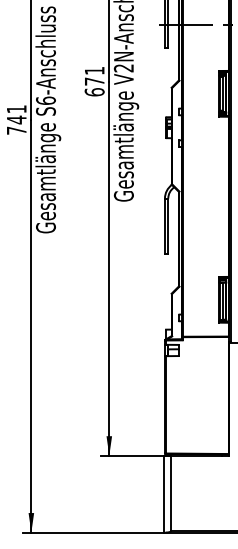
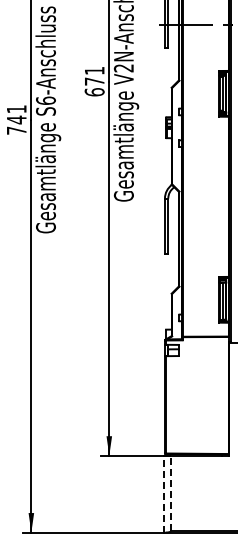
line at (163, 493): solid -> dashed
line at (170, 493): solid -> dashed
